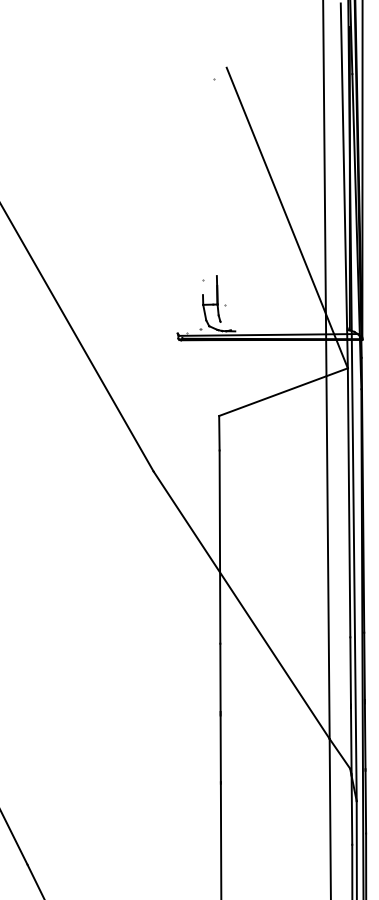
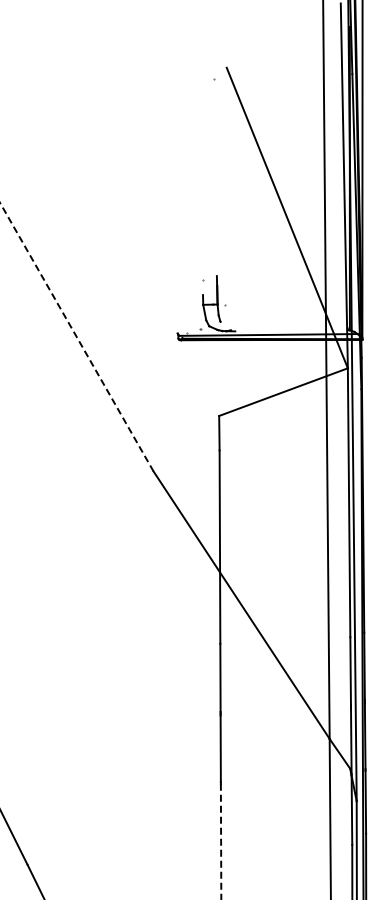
line at (76, 337): solid -> dashed
line at (221, 841): solid -> dashed
